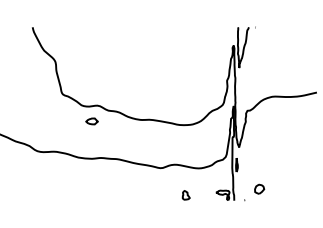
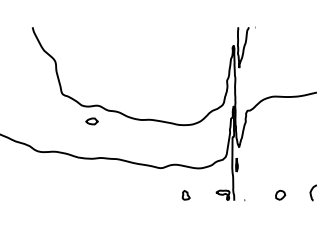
part at (259, 188) position: (259, 188) -> (280, 194)
curve at (311, 192): none -> present
